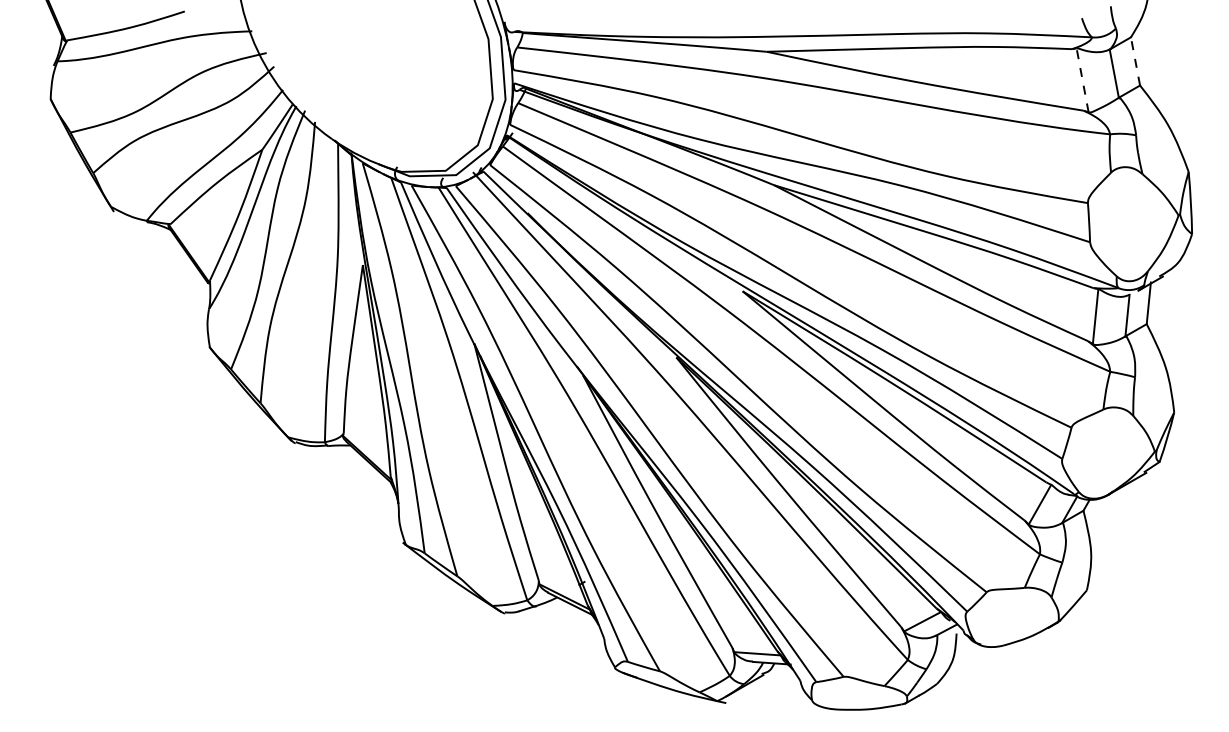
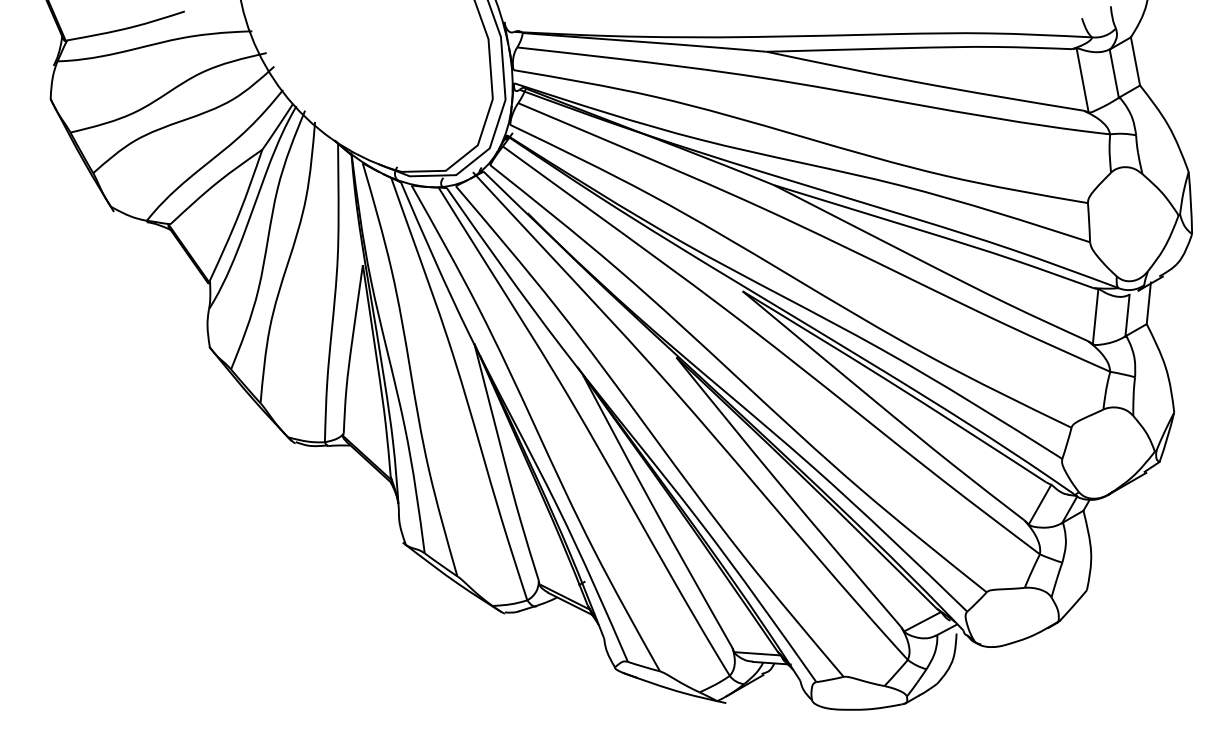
line at (1135, 61): dashed -> solid
line at (1082, 80): dashed -> solid
